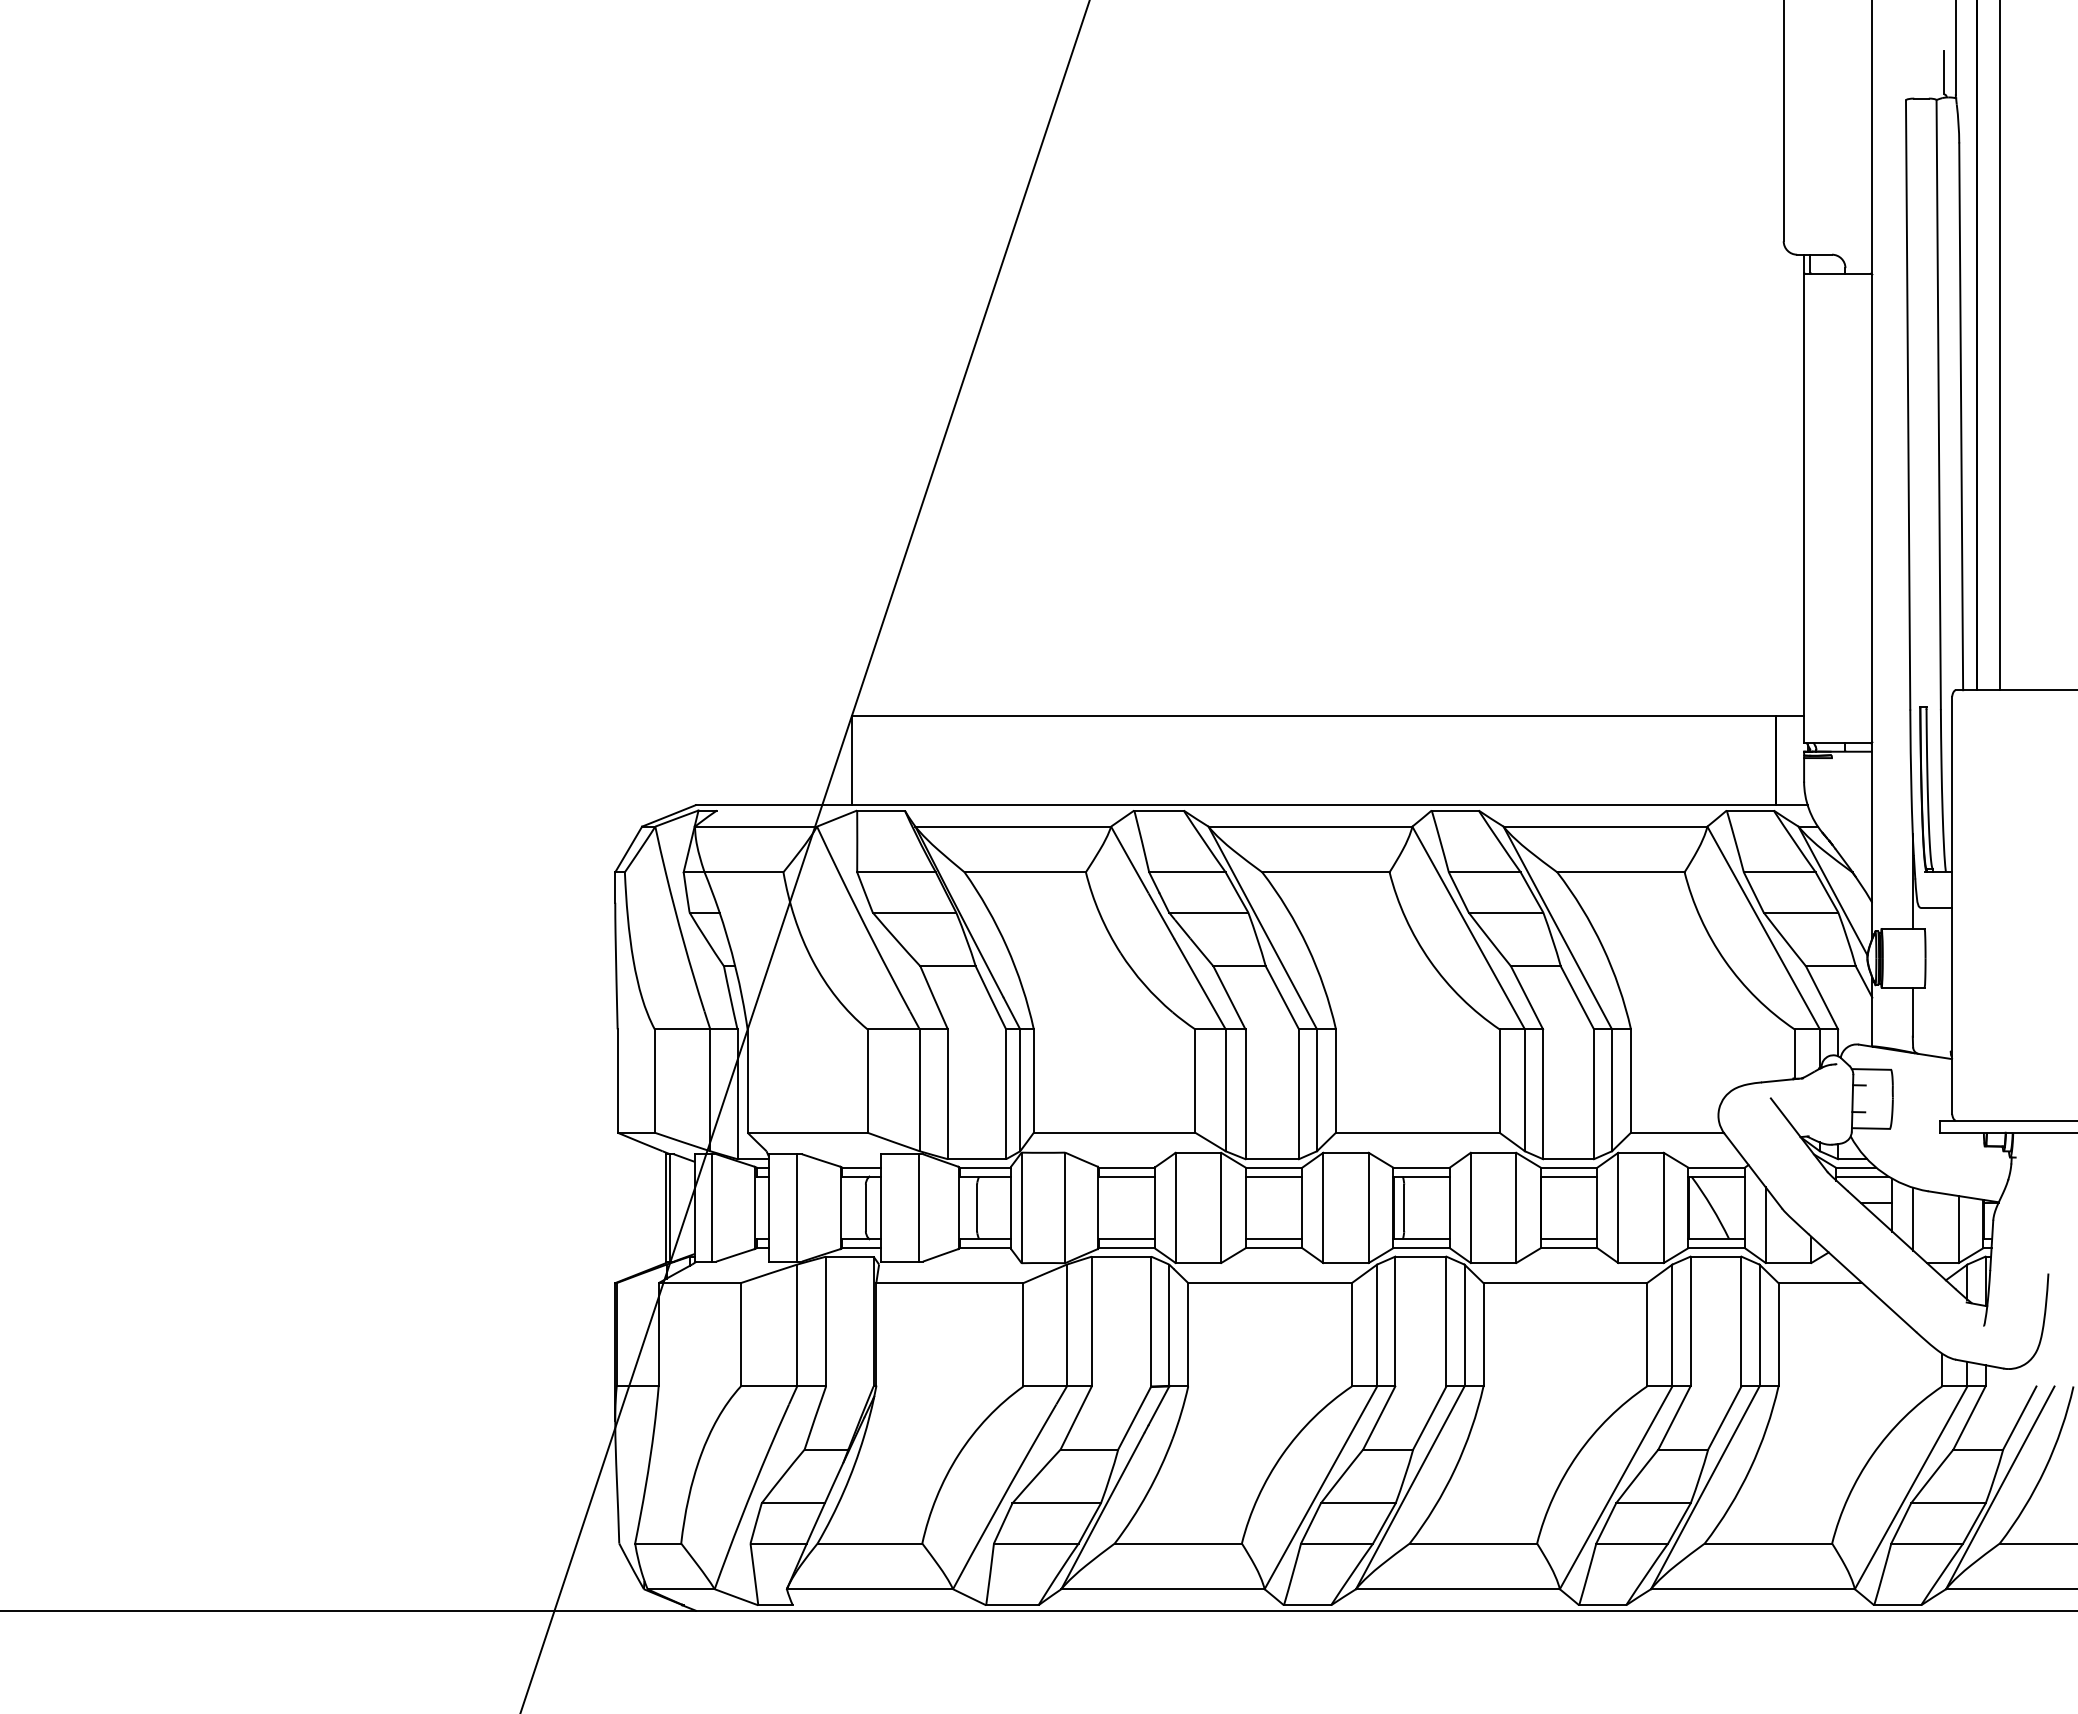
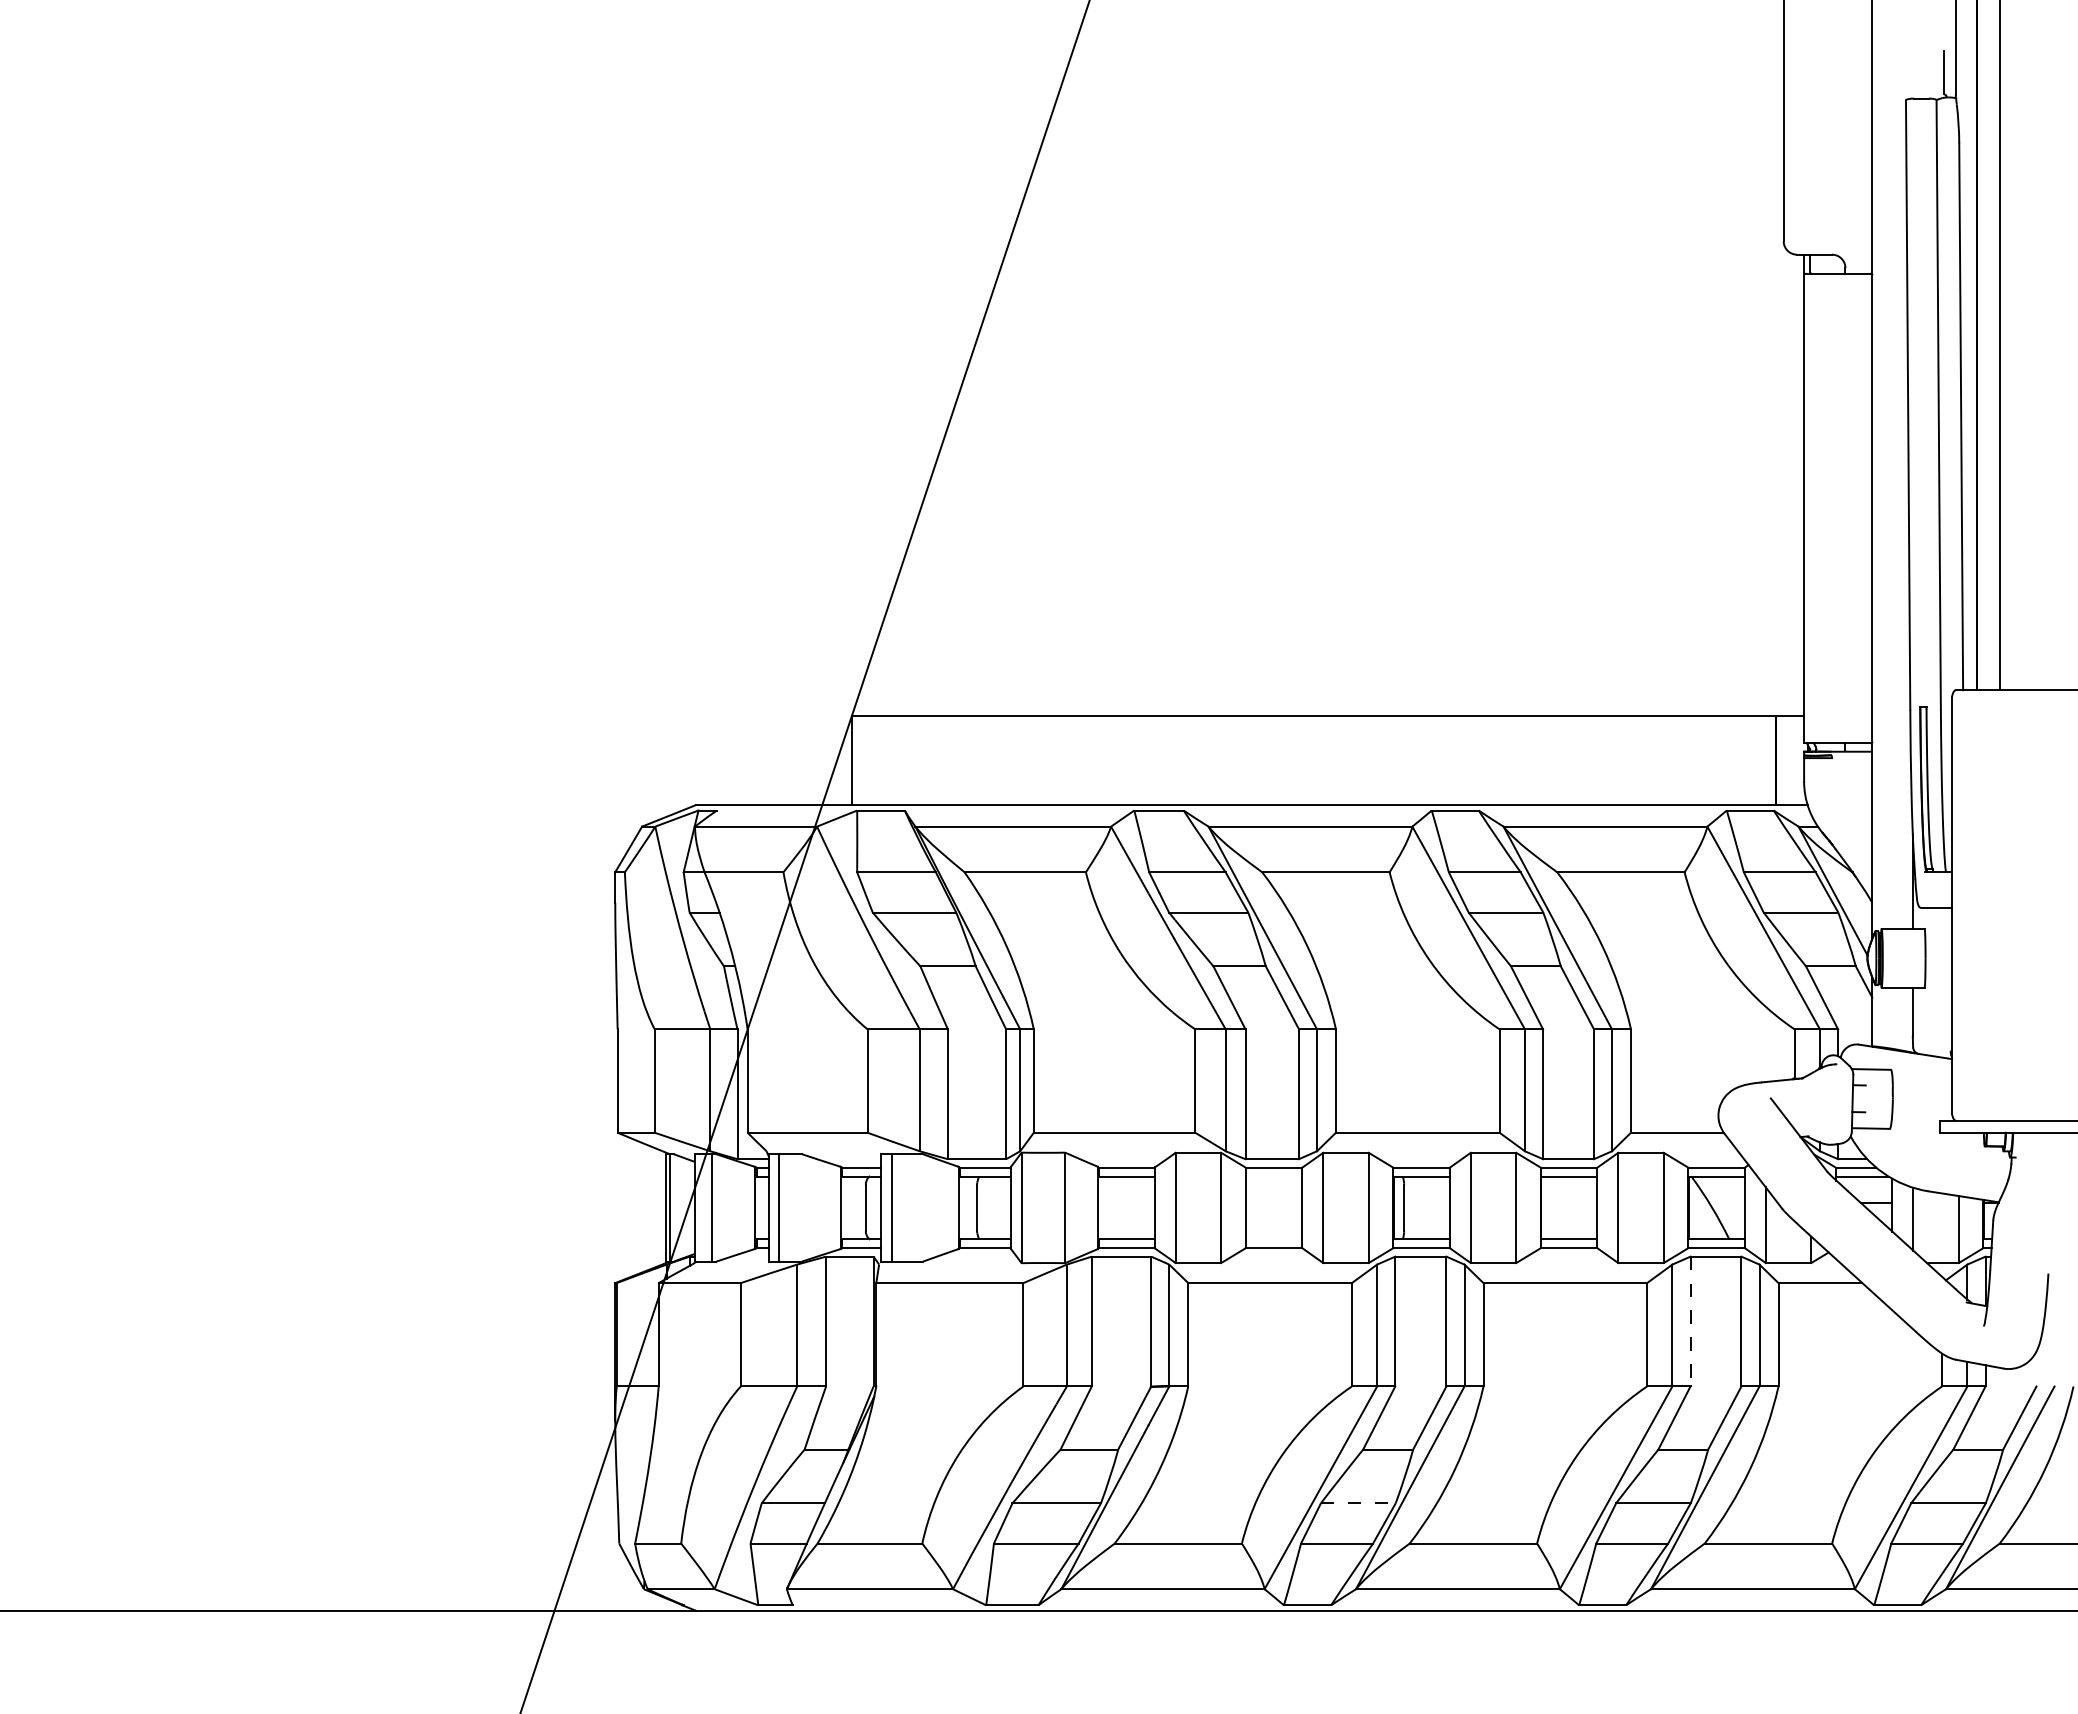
line at (1273, 1176): present -> none
line at (797, 1207) position: (797, 1207) -> (779, 1207)
line at (918, 1207) position: (918, 1207) -> (891, 1207)
line at (1273, 1239): present -> none
line at (1690, 1321): solid -> dashed
line at (1358, 1503): solid -> dashed
